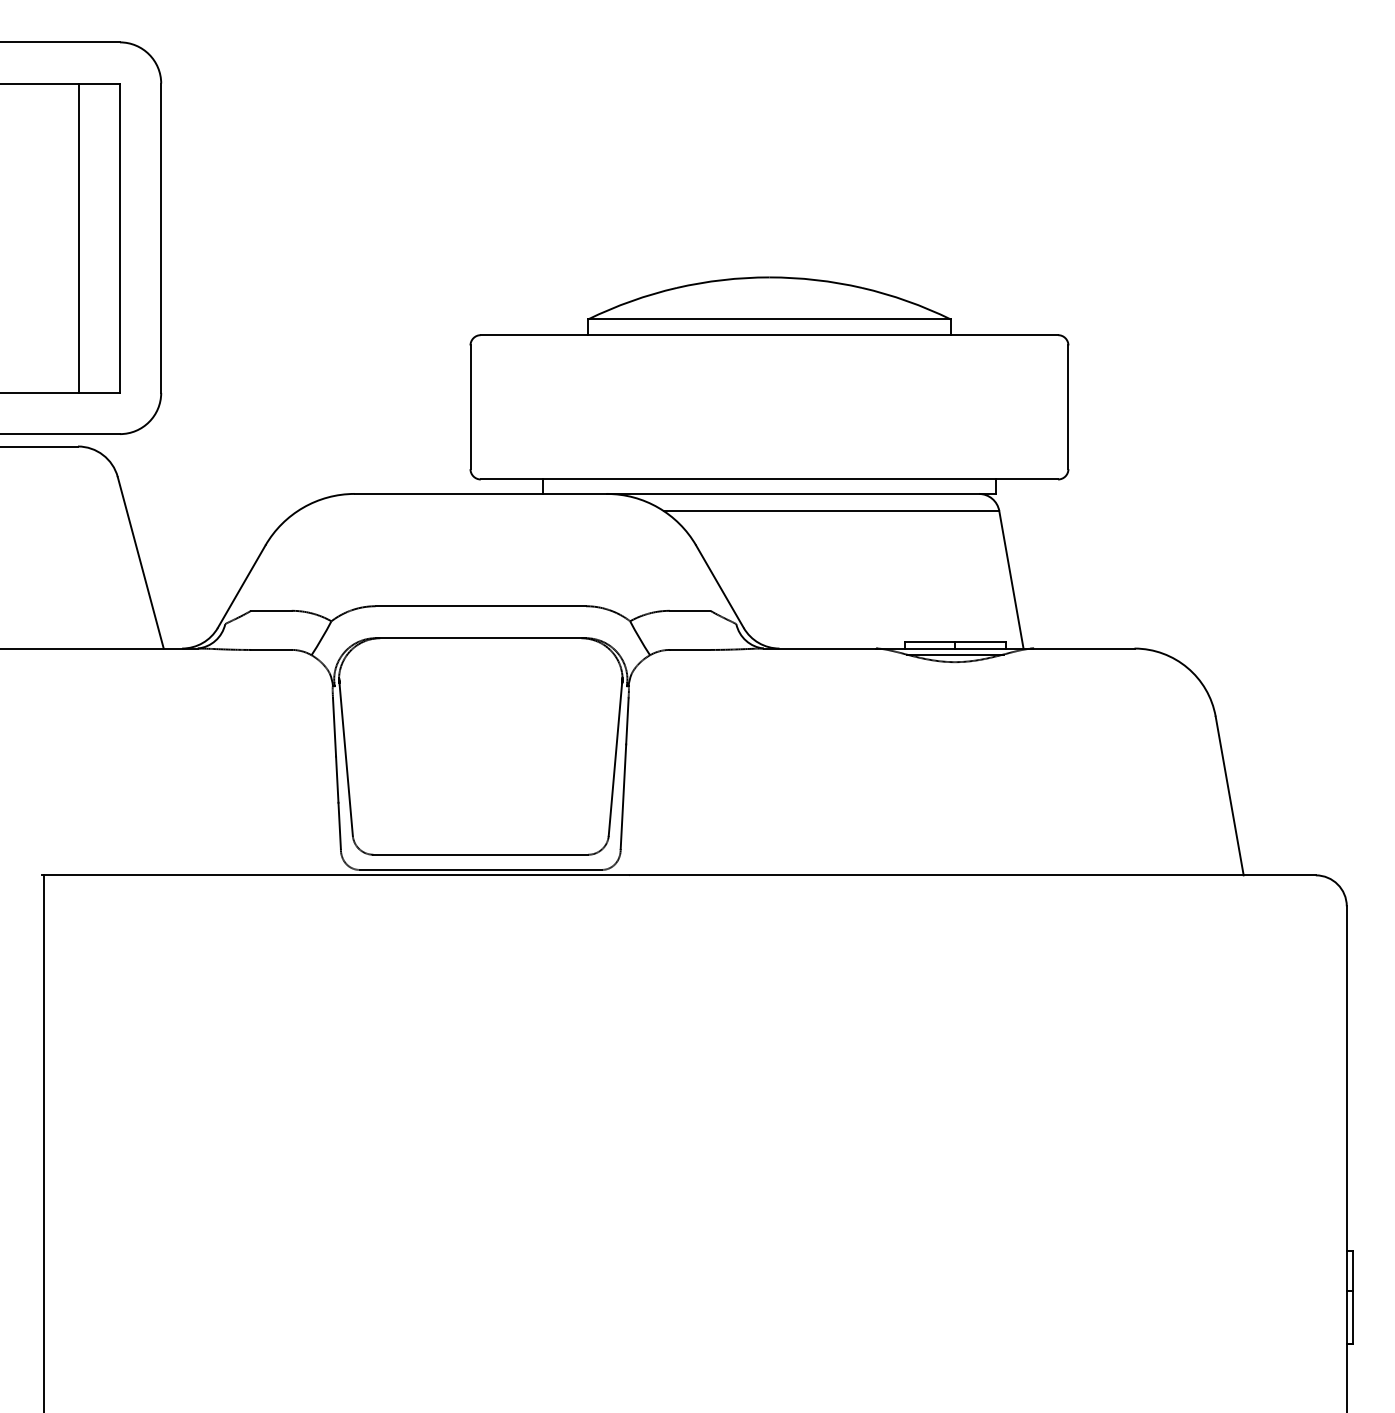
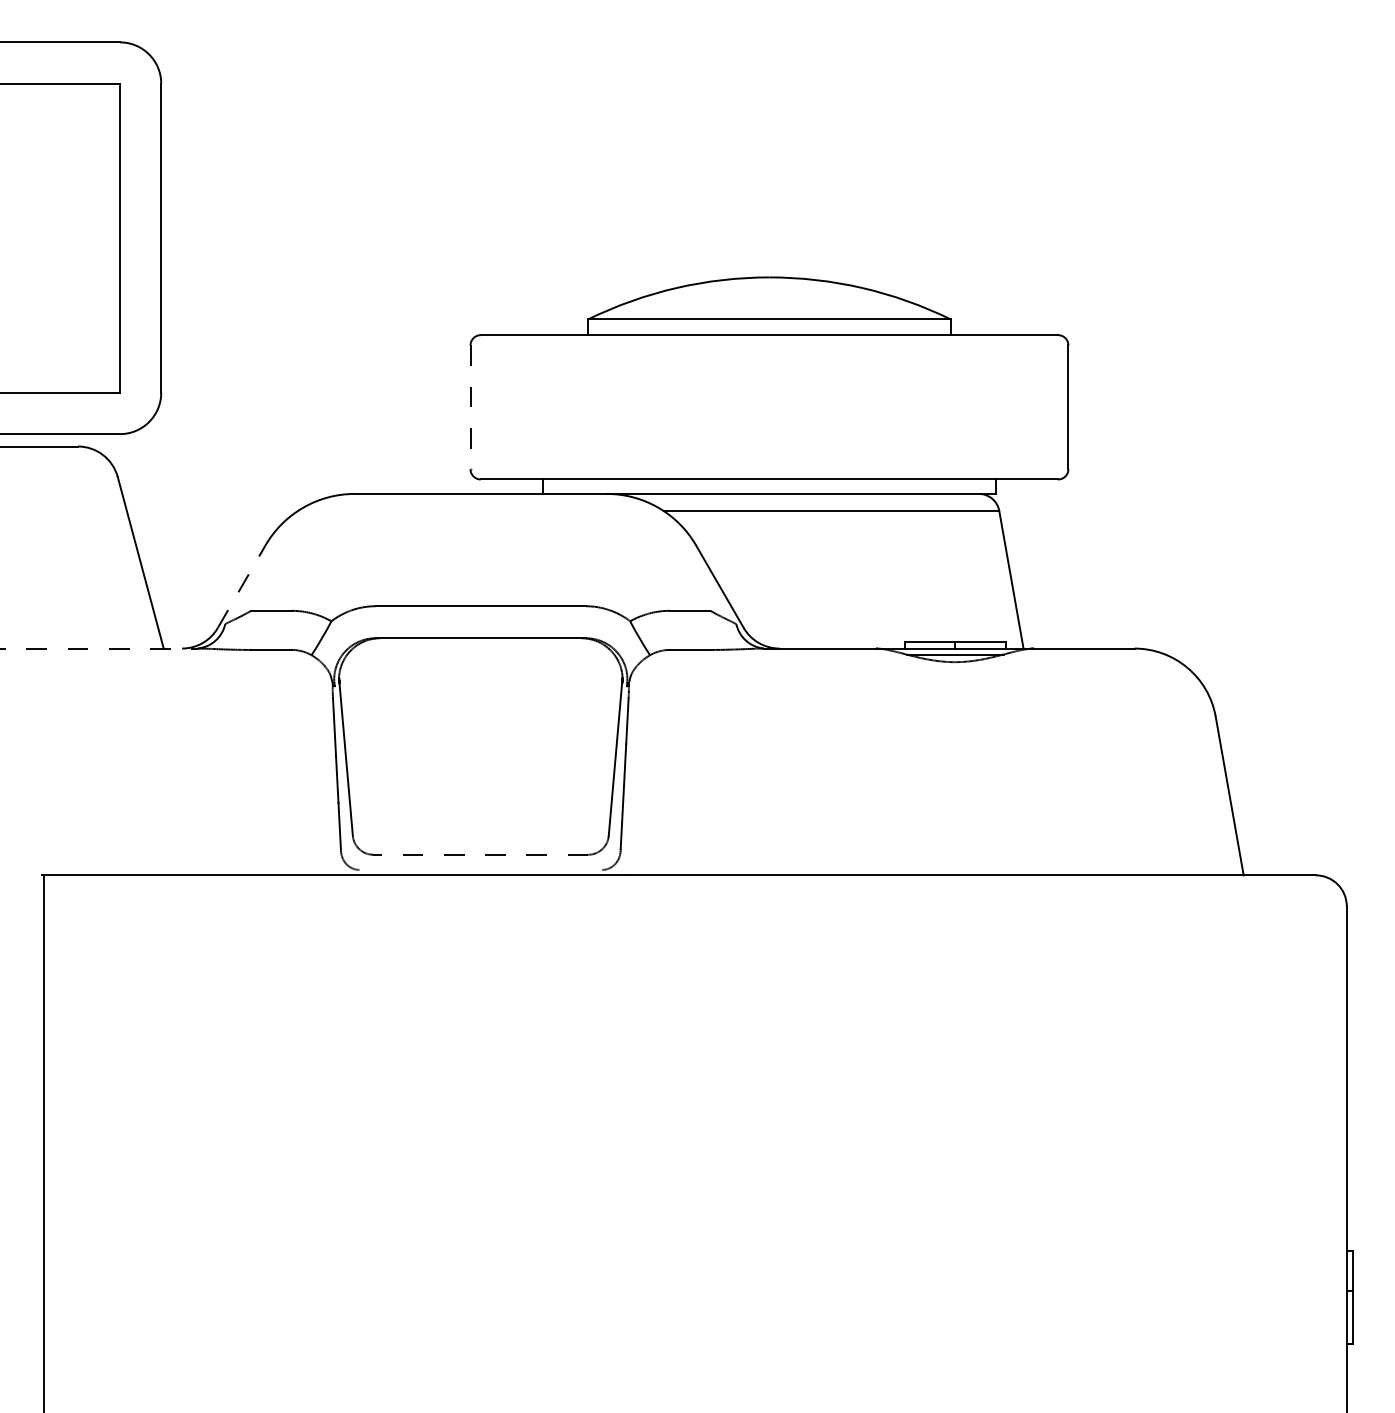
line at (78, 237): present -> none
line at (470, 407): solid -> dashed
line at (241, 586): solid -> dashed
line at (99, 648): solid -> dashed
line at (480, 854): solid -> dashed
line at (480, 869): present -> none
